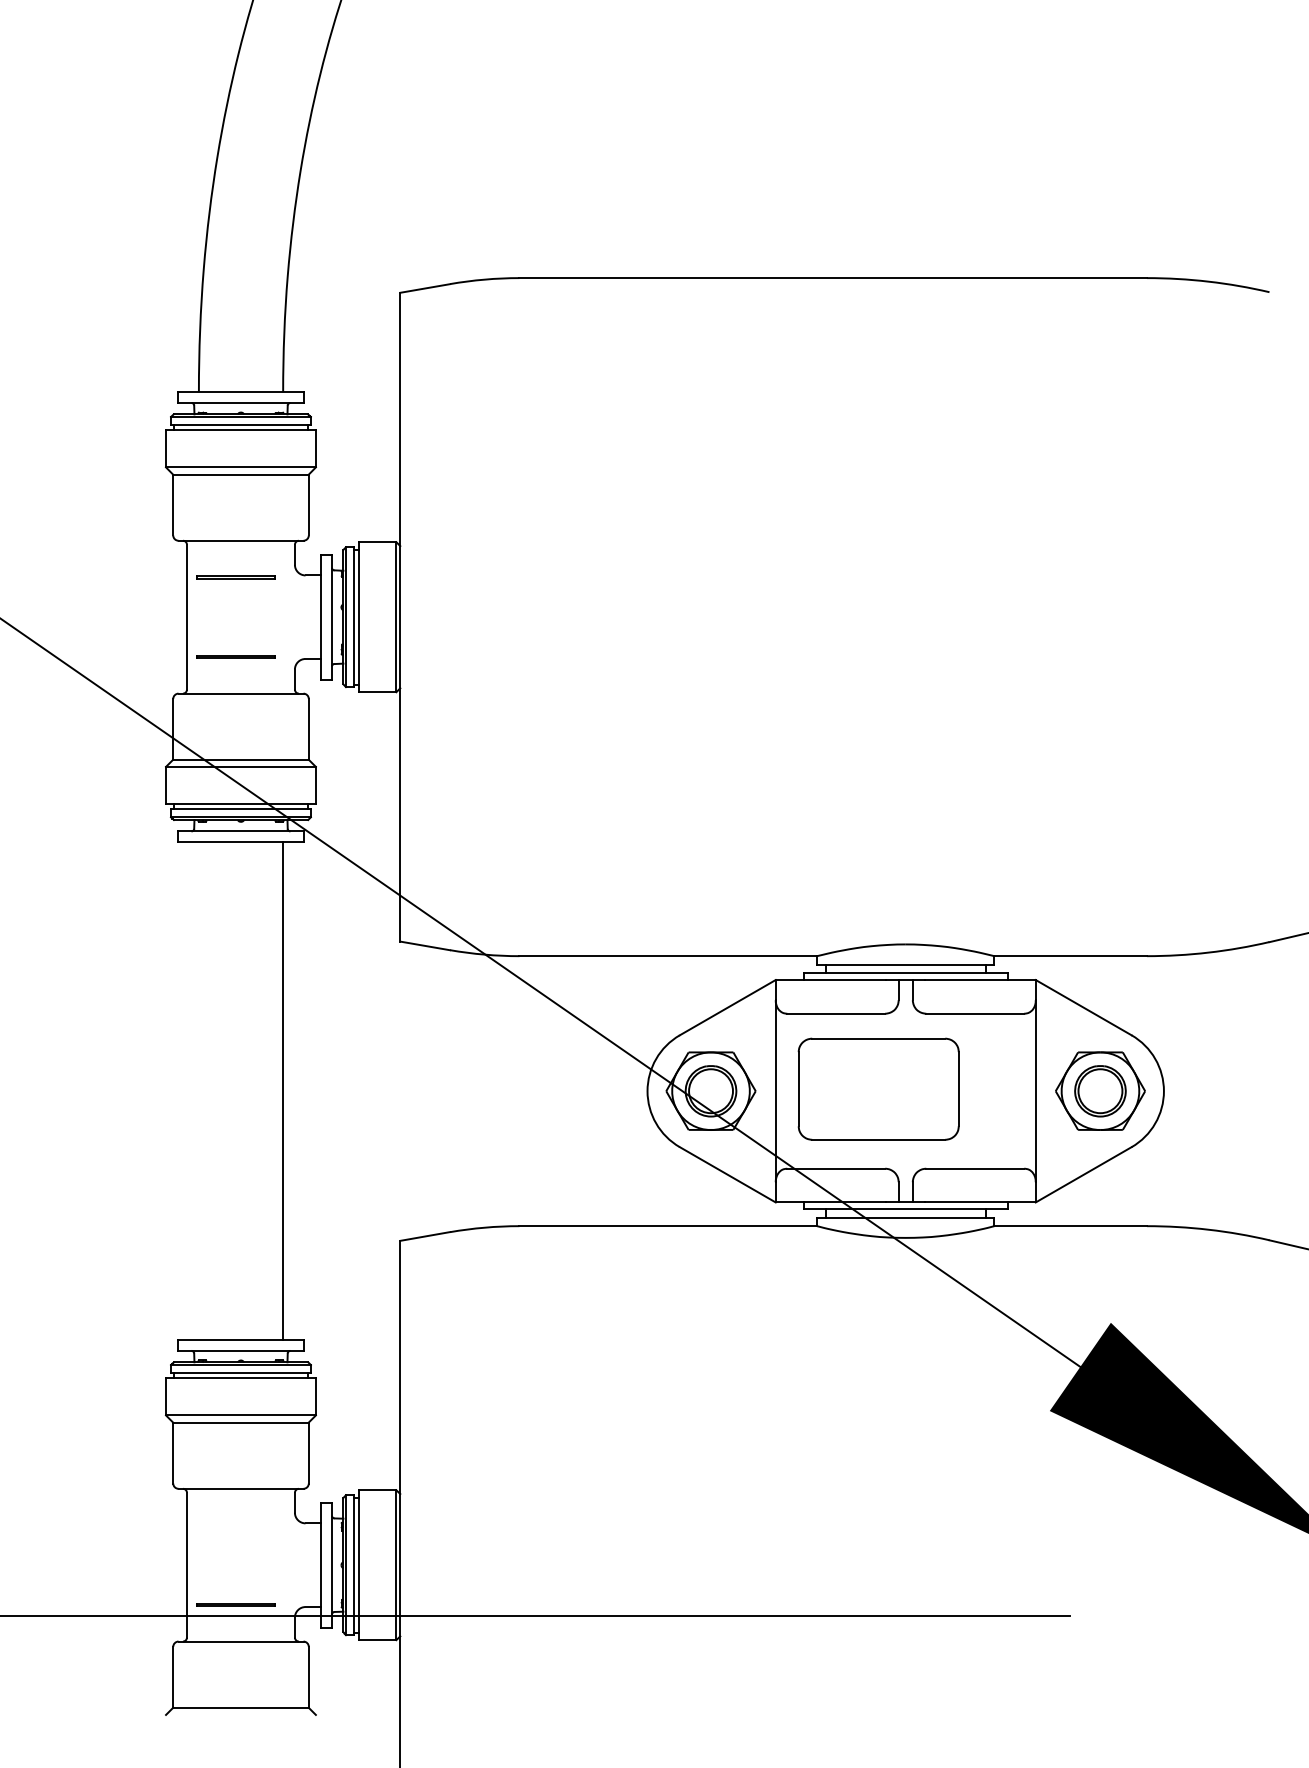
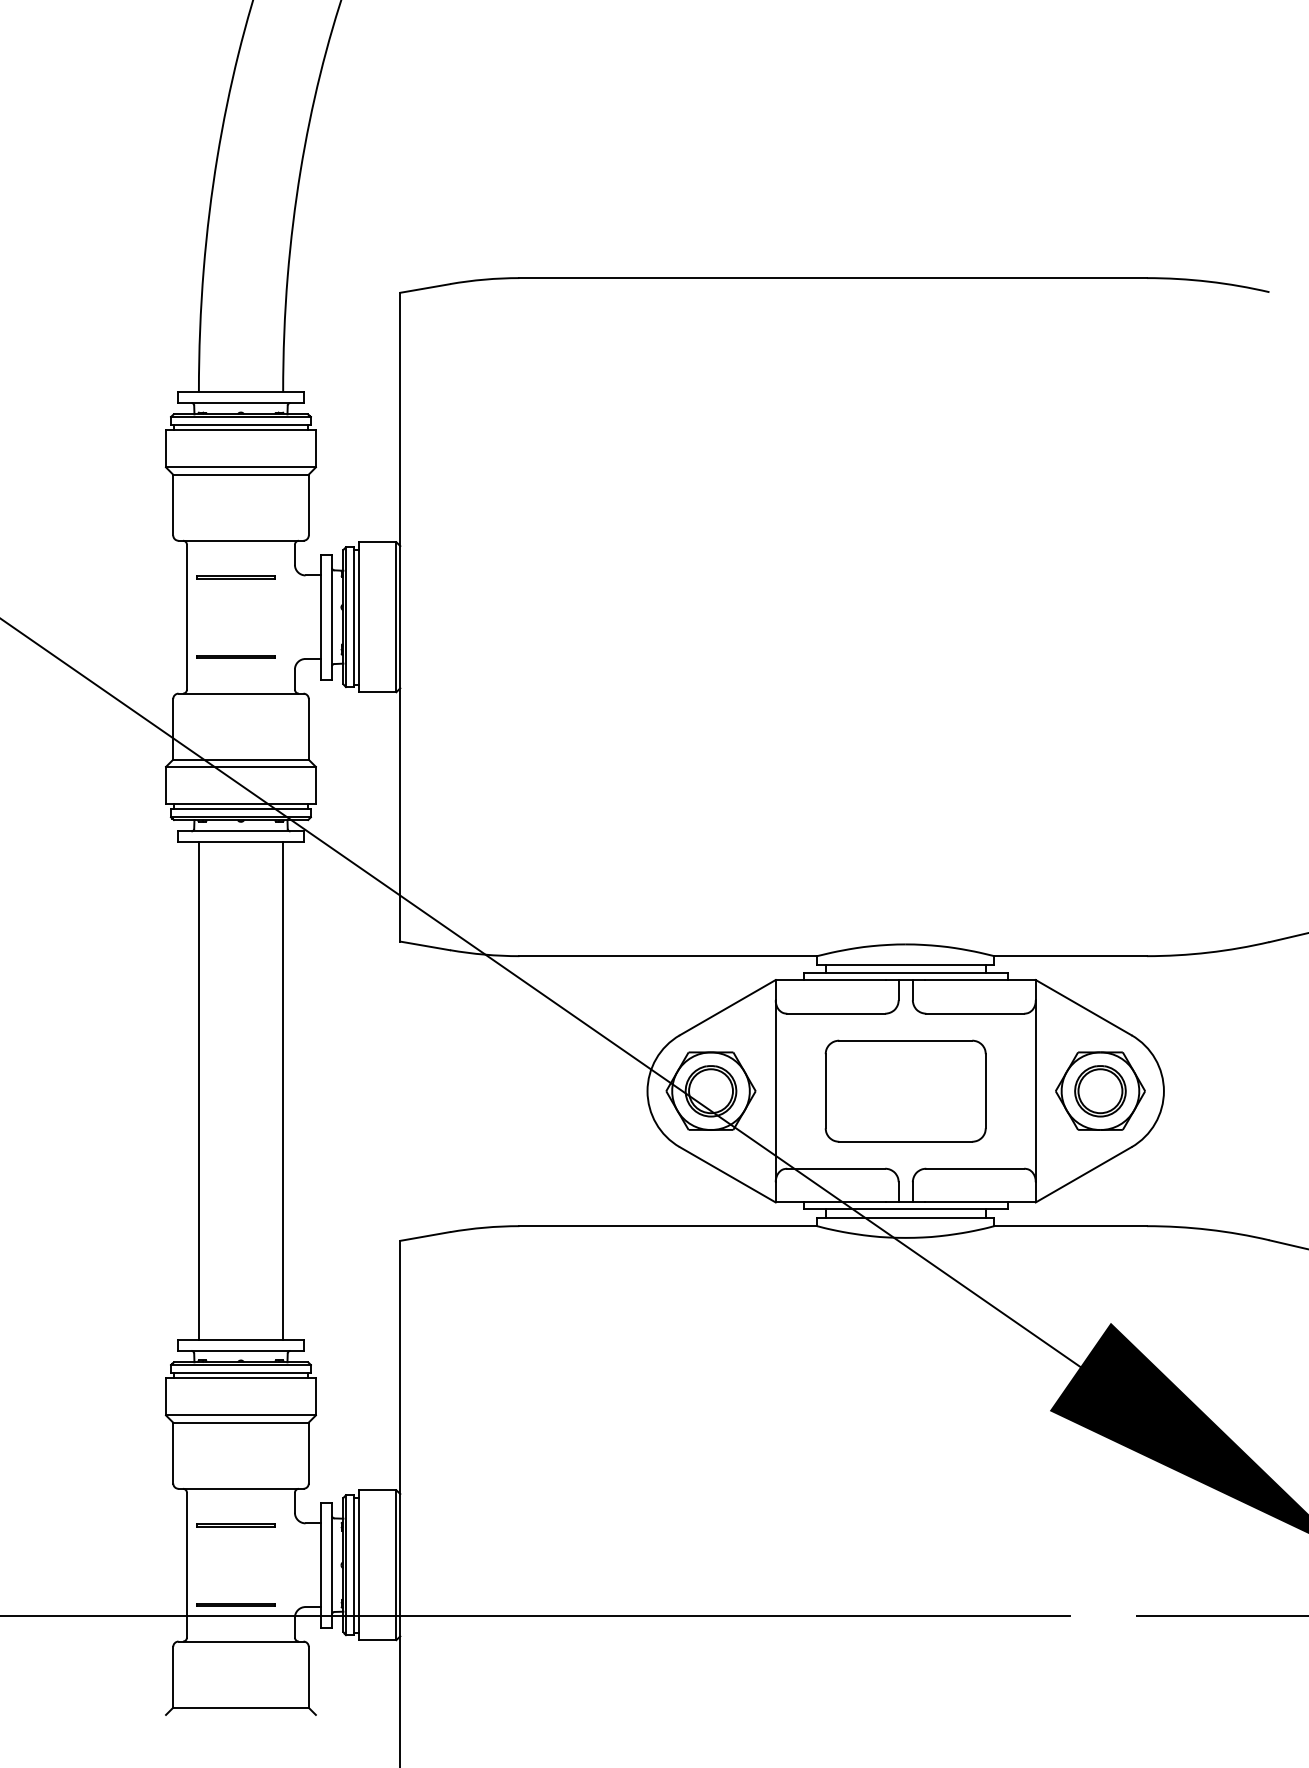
part at (878, 1088) position: (878, 1088) -> (905, 1090)
line at (198, 1091): none -> present
line at (235, 1524): none -> present
line at (1220, 1616): none -> present
